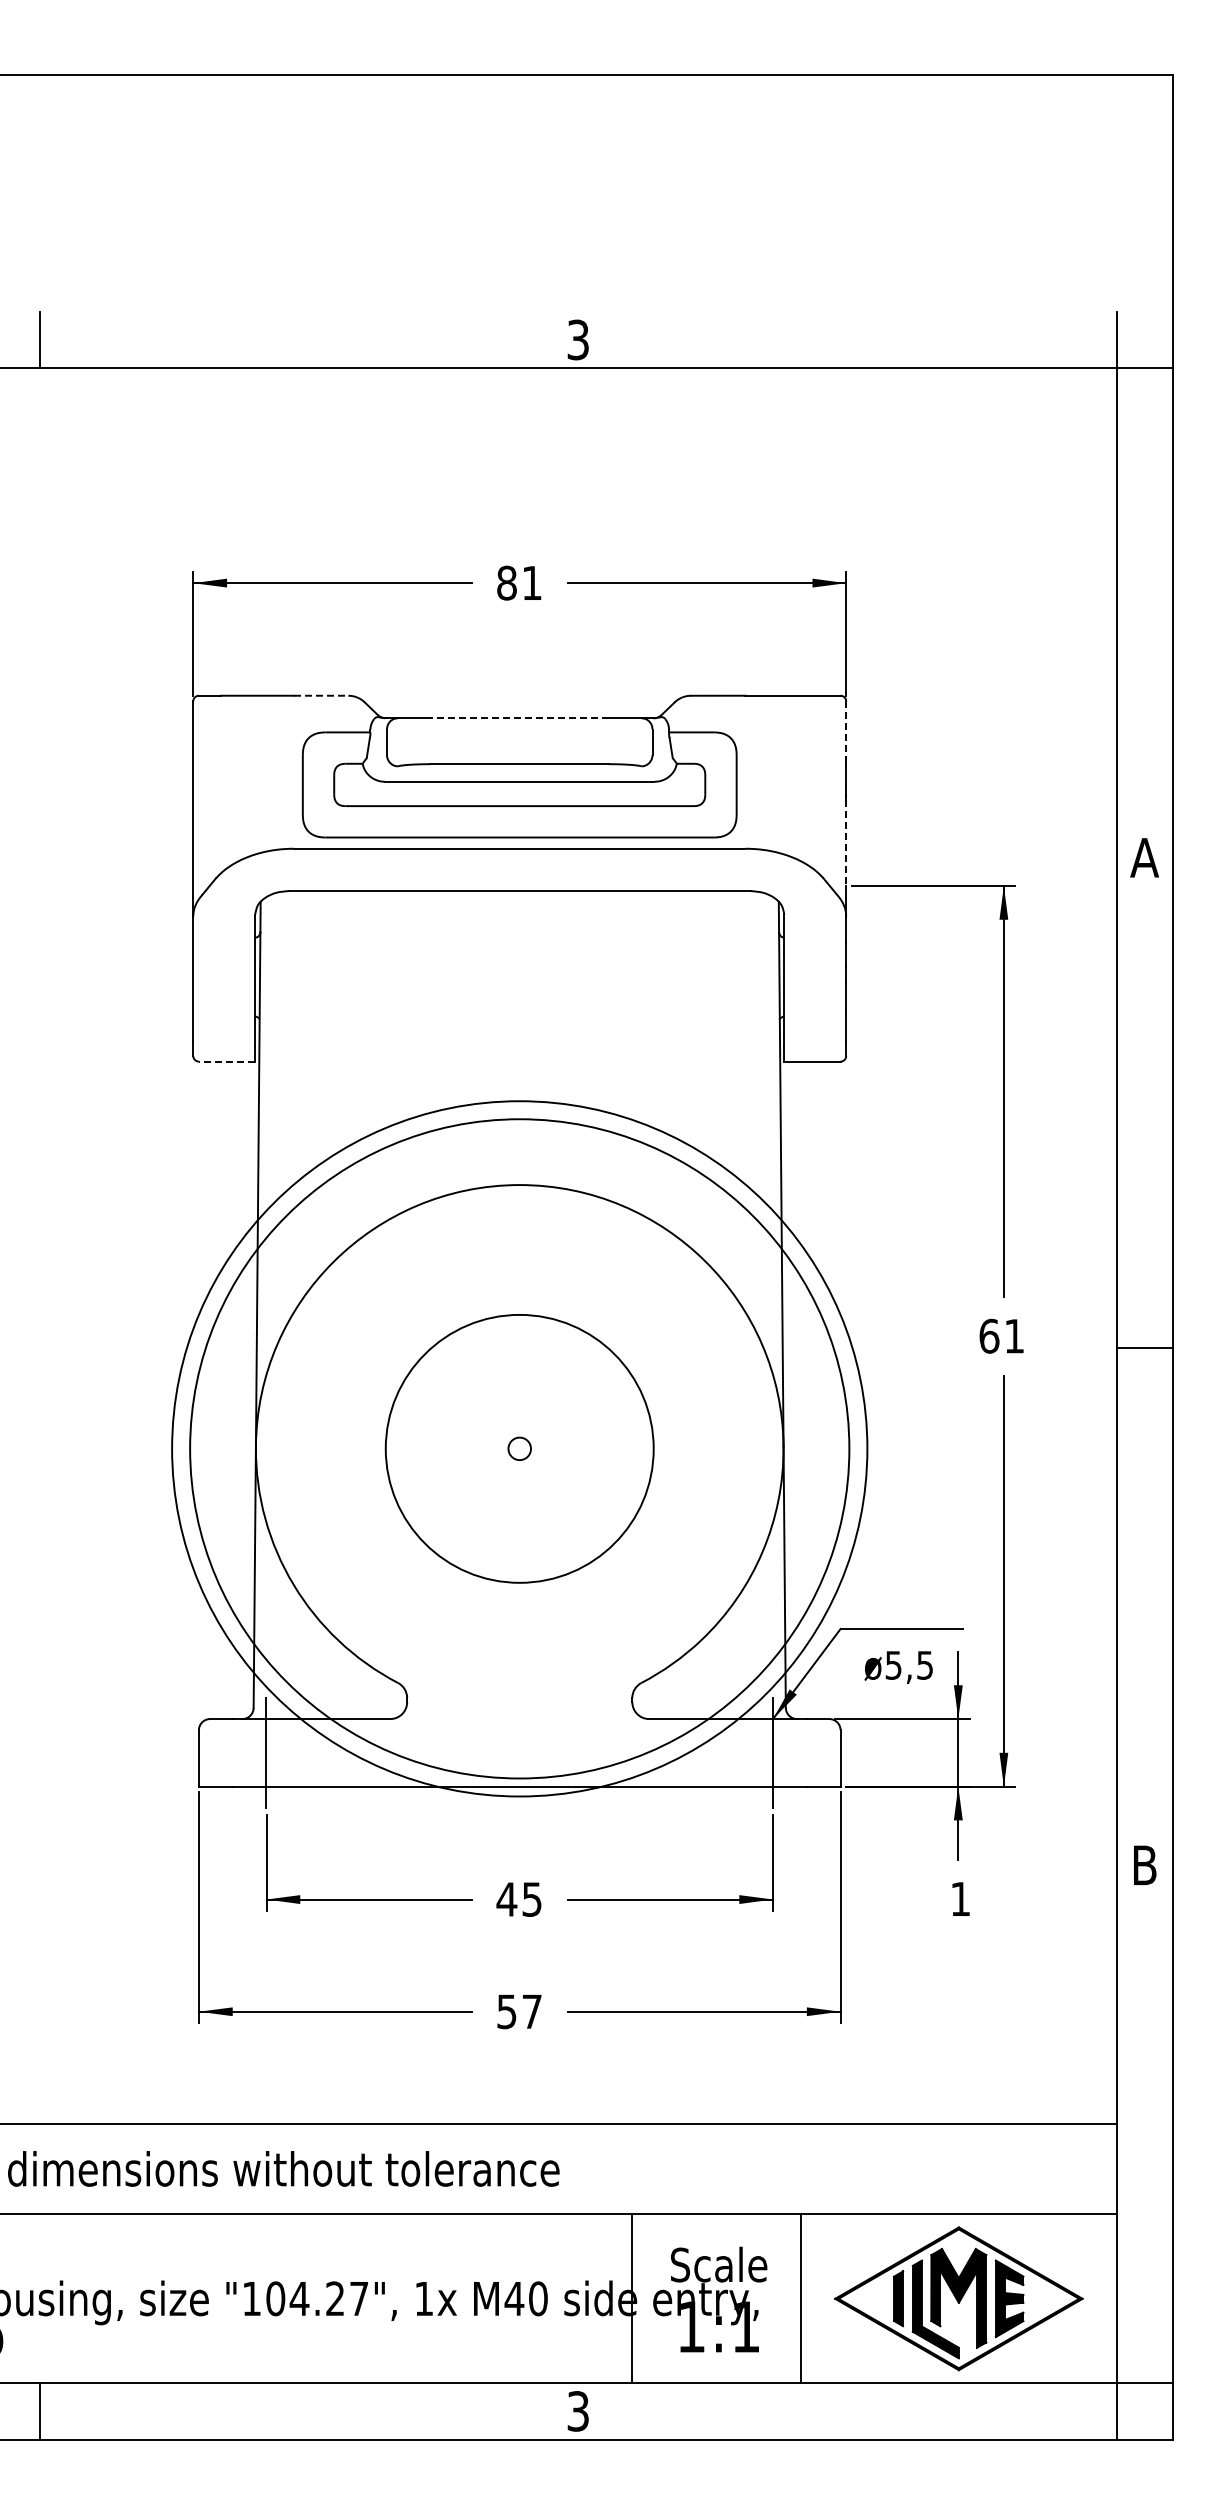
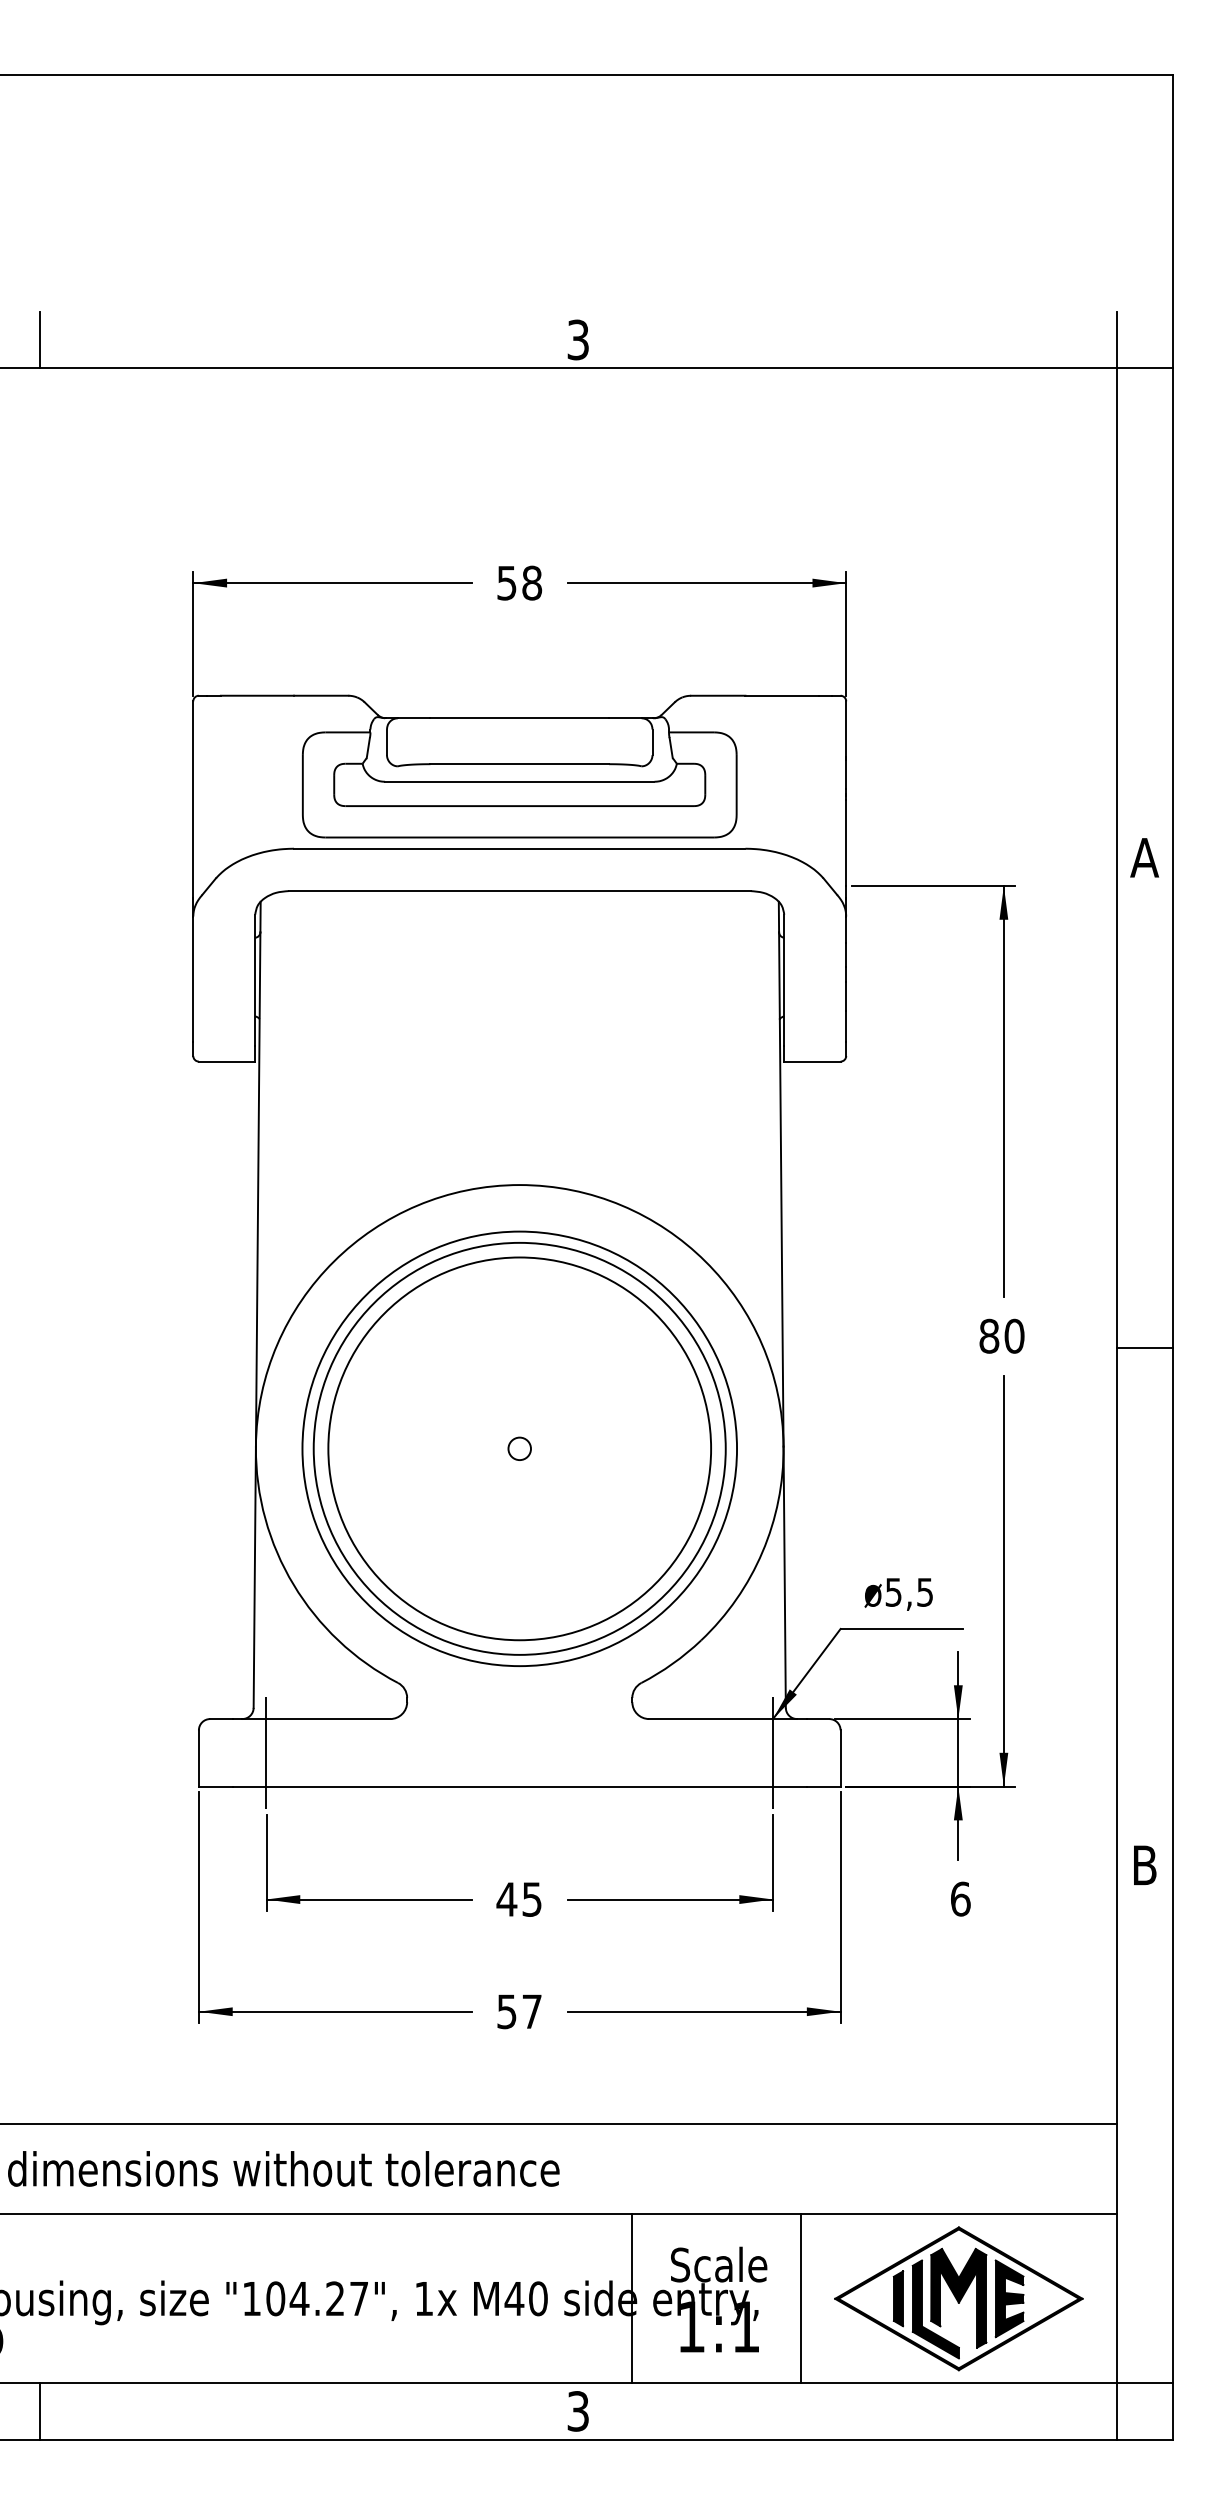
text at (519, 582): 81 -> 58
line at (321, 695): dashed -> solid
line at (519, 718): dashed -> solid
line at (846, 729): dashed -> solid
line at (846, 843): dashed -> solid
line at (226, 1061): dashed -> solid
text at (1001, 1335): 61 -> 80
circle at (519, 1448) diameter: 268 px -> 383 px
circle at (519, 1448) diameter: 659 px -> 412 px
circle at (519, 1448) diameter: 695 px -> 435 px
text at (898, 1667) position: (898, 1667) -> (898, 1594)
text at (960, 1898): 1 -> 6
